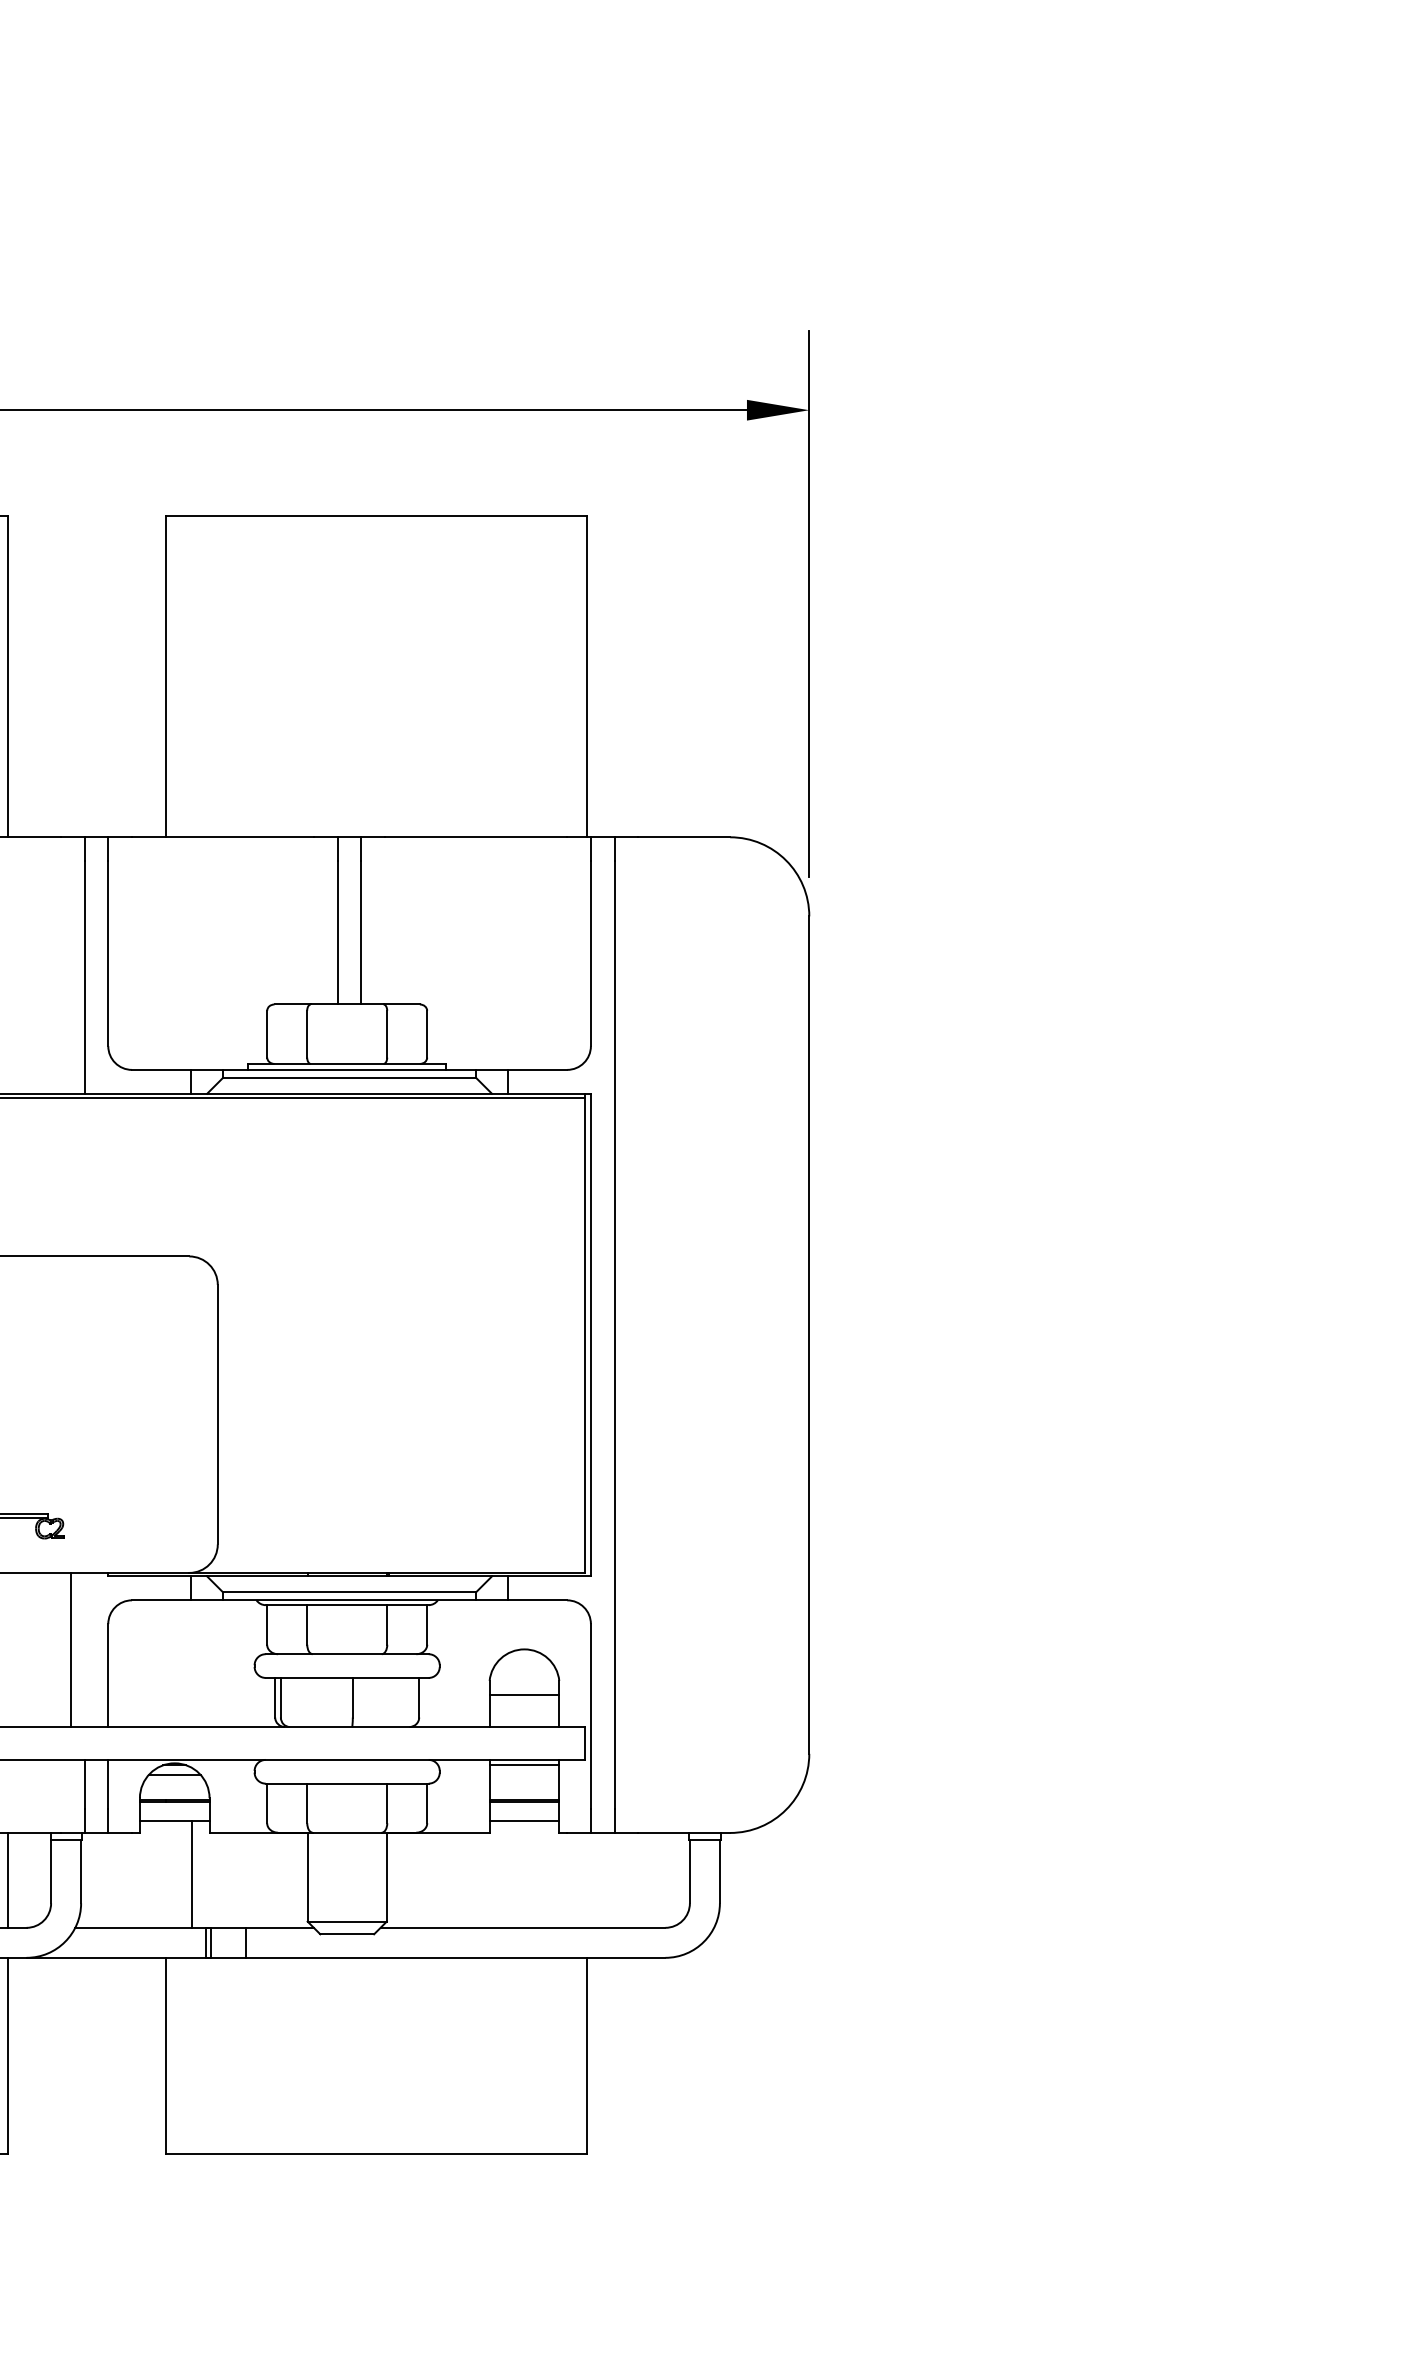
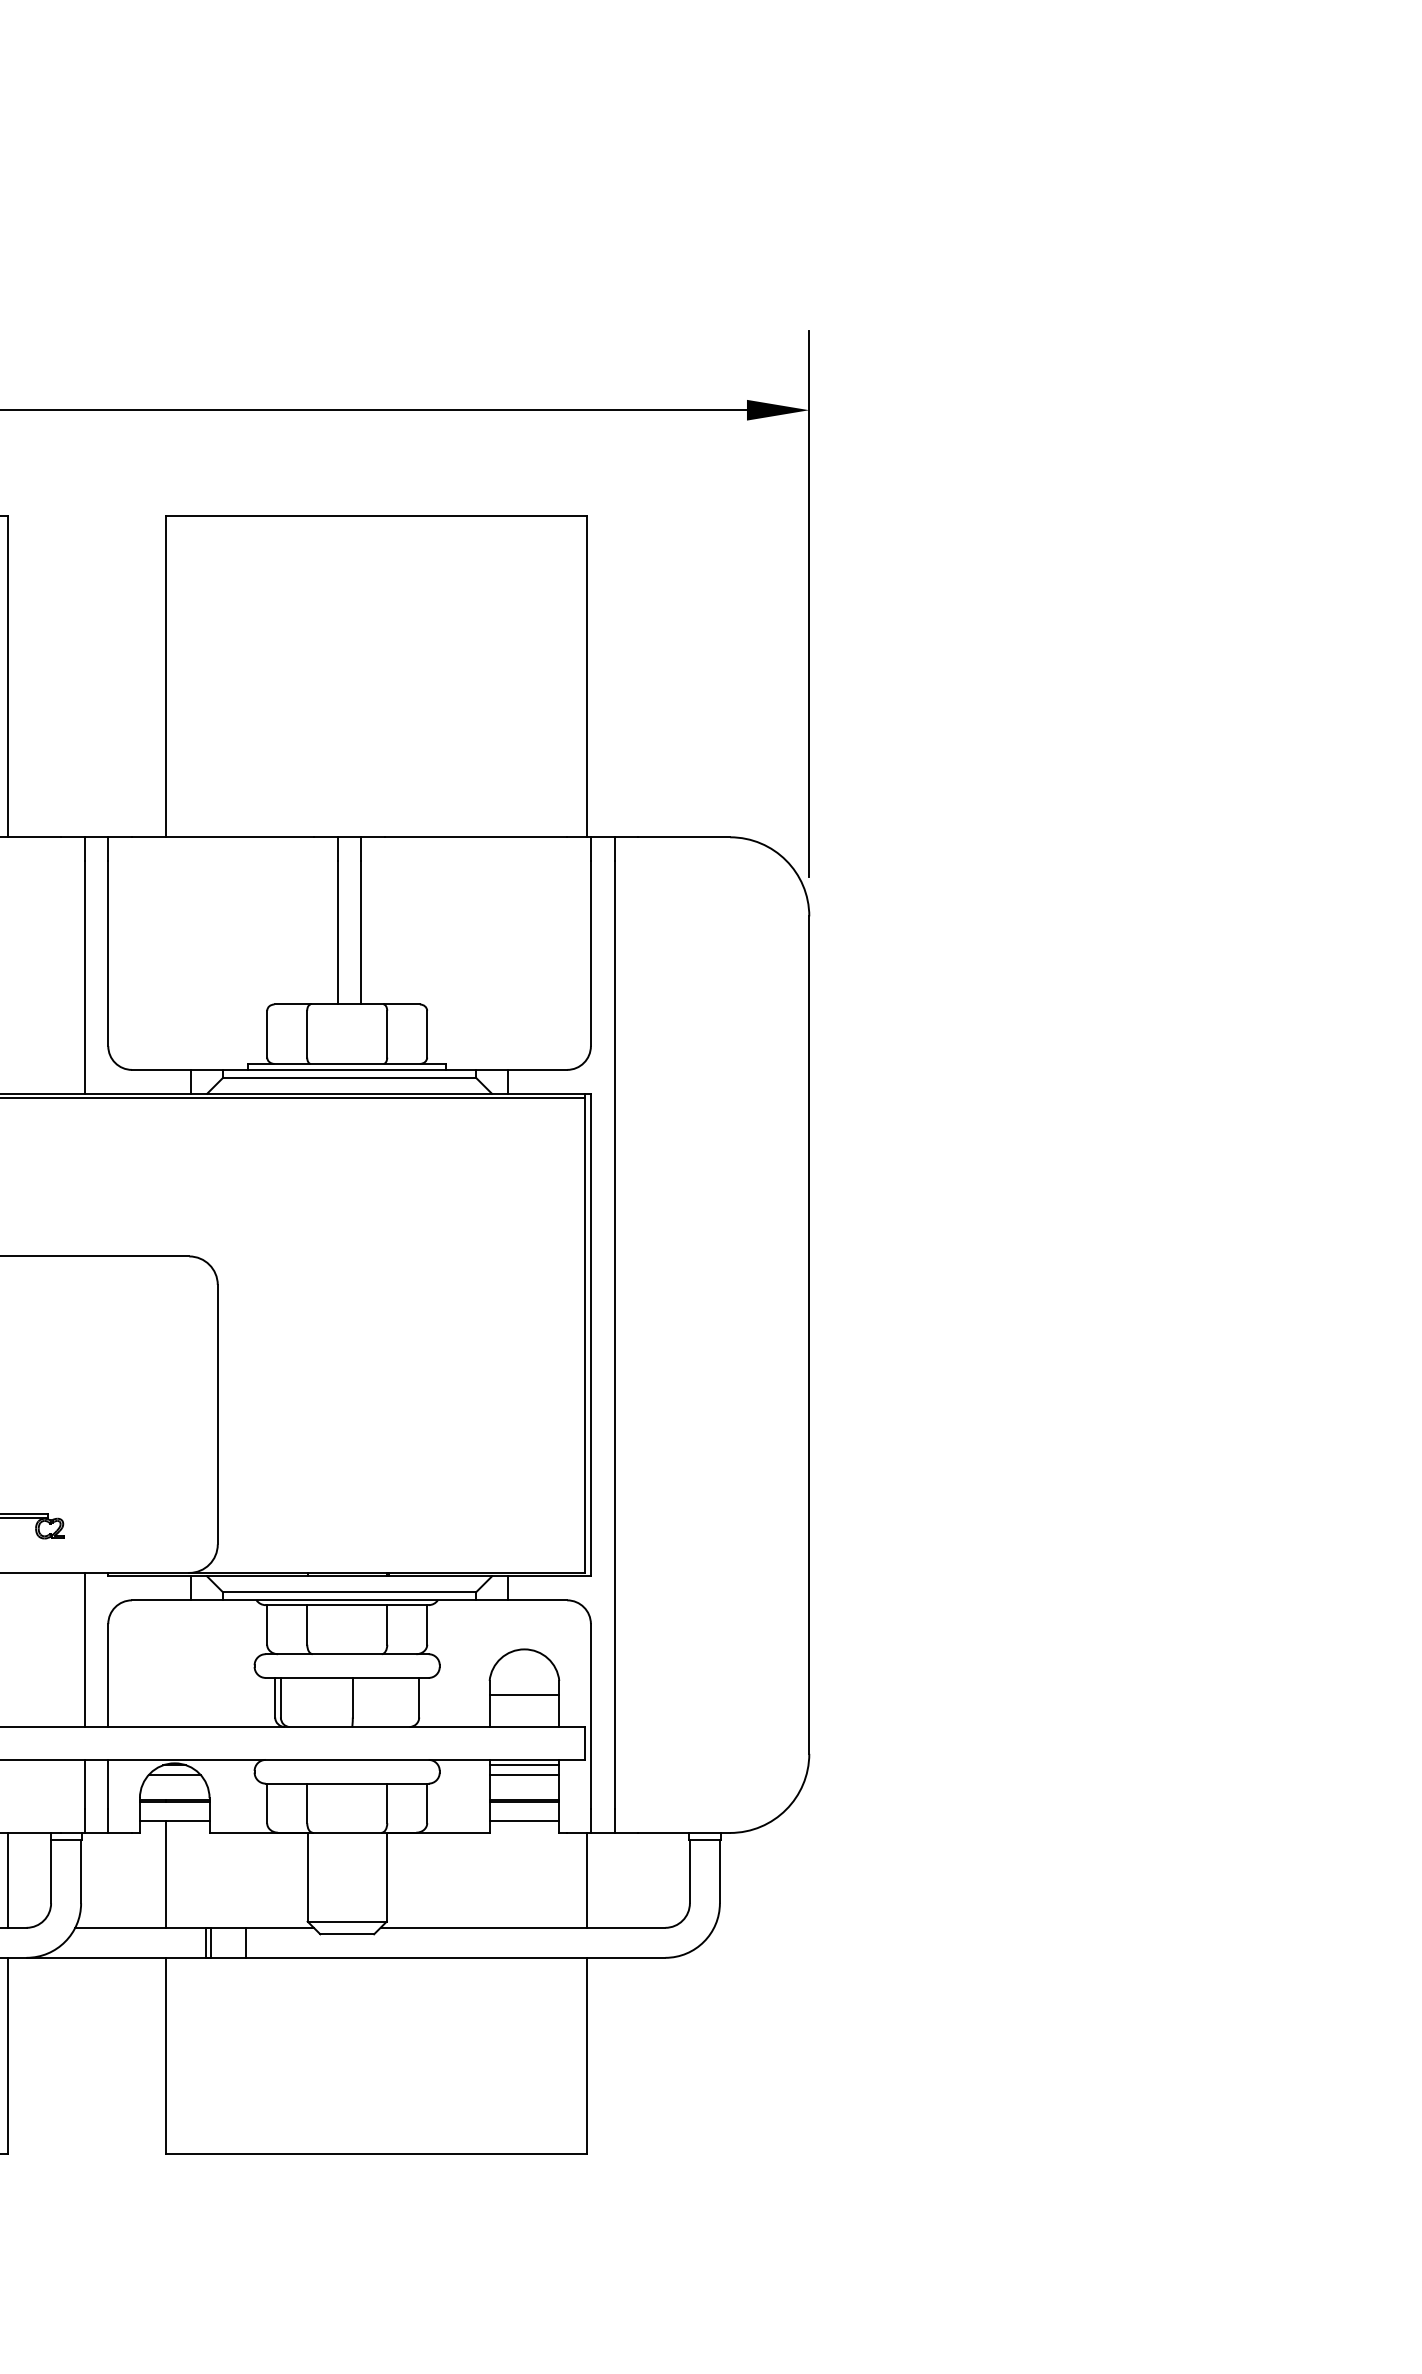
line at (70, 1649) position: (70, 1649) -> (84, 1649)
line at (524, 1774): none -> present
line at (192, 1874) position: (192, 1874) -> (166, 1874)
line at (586, 1879): none -> present
